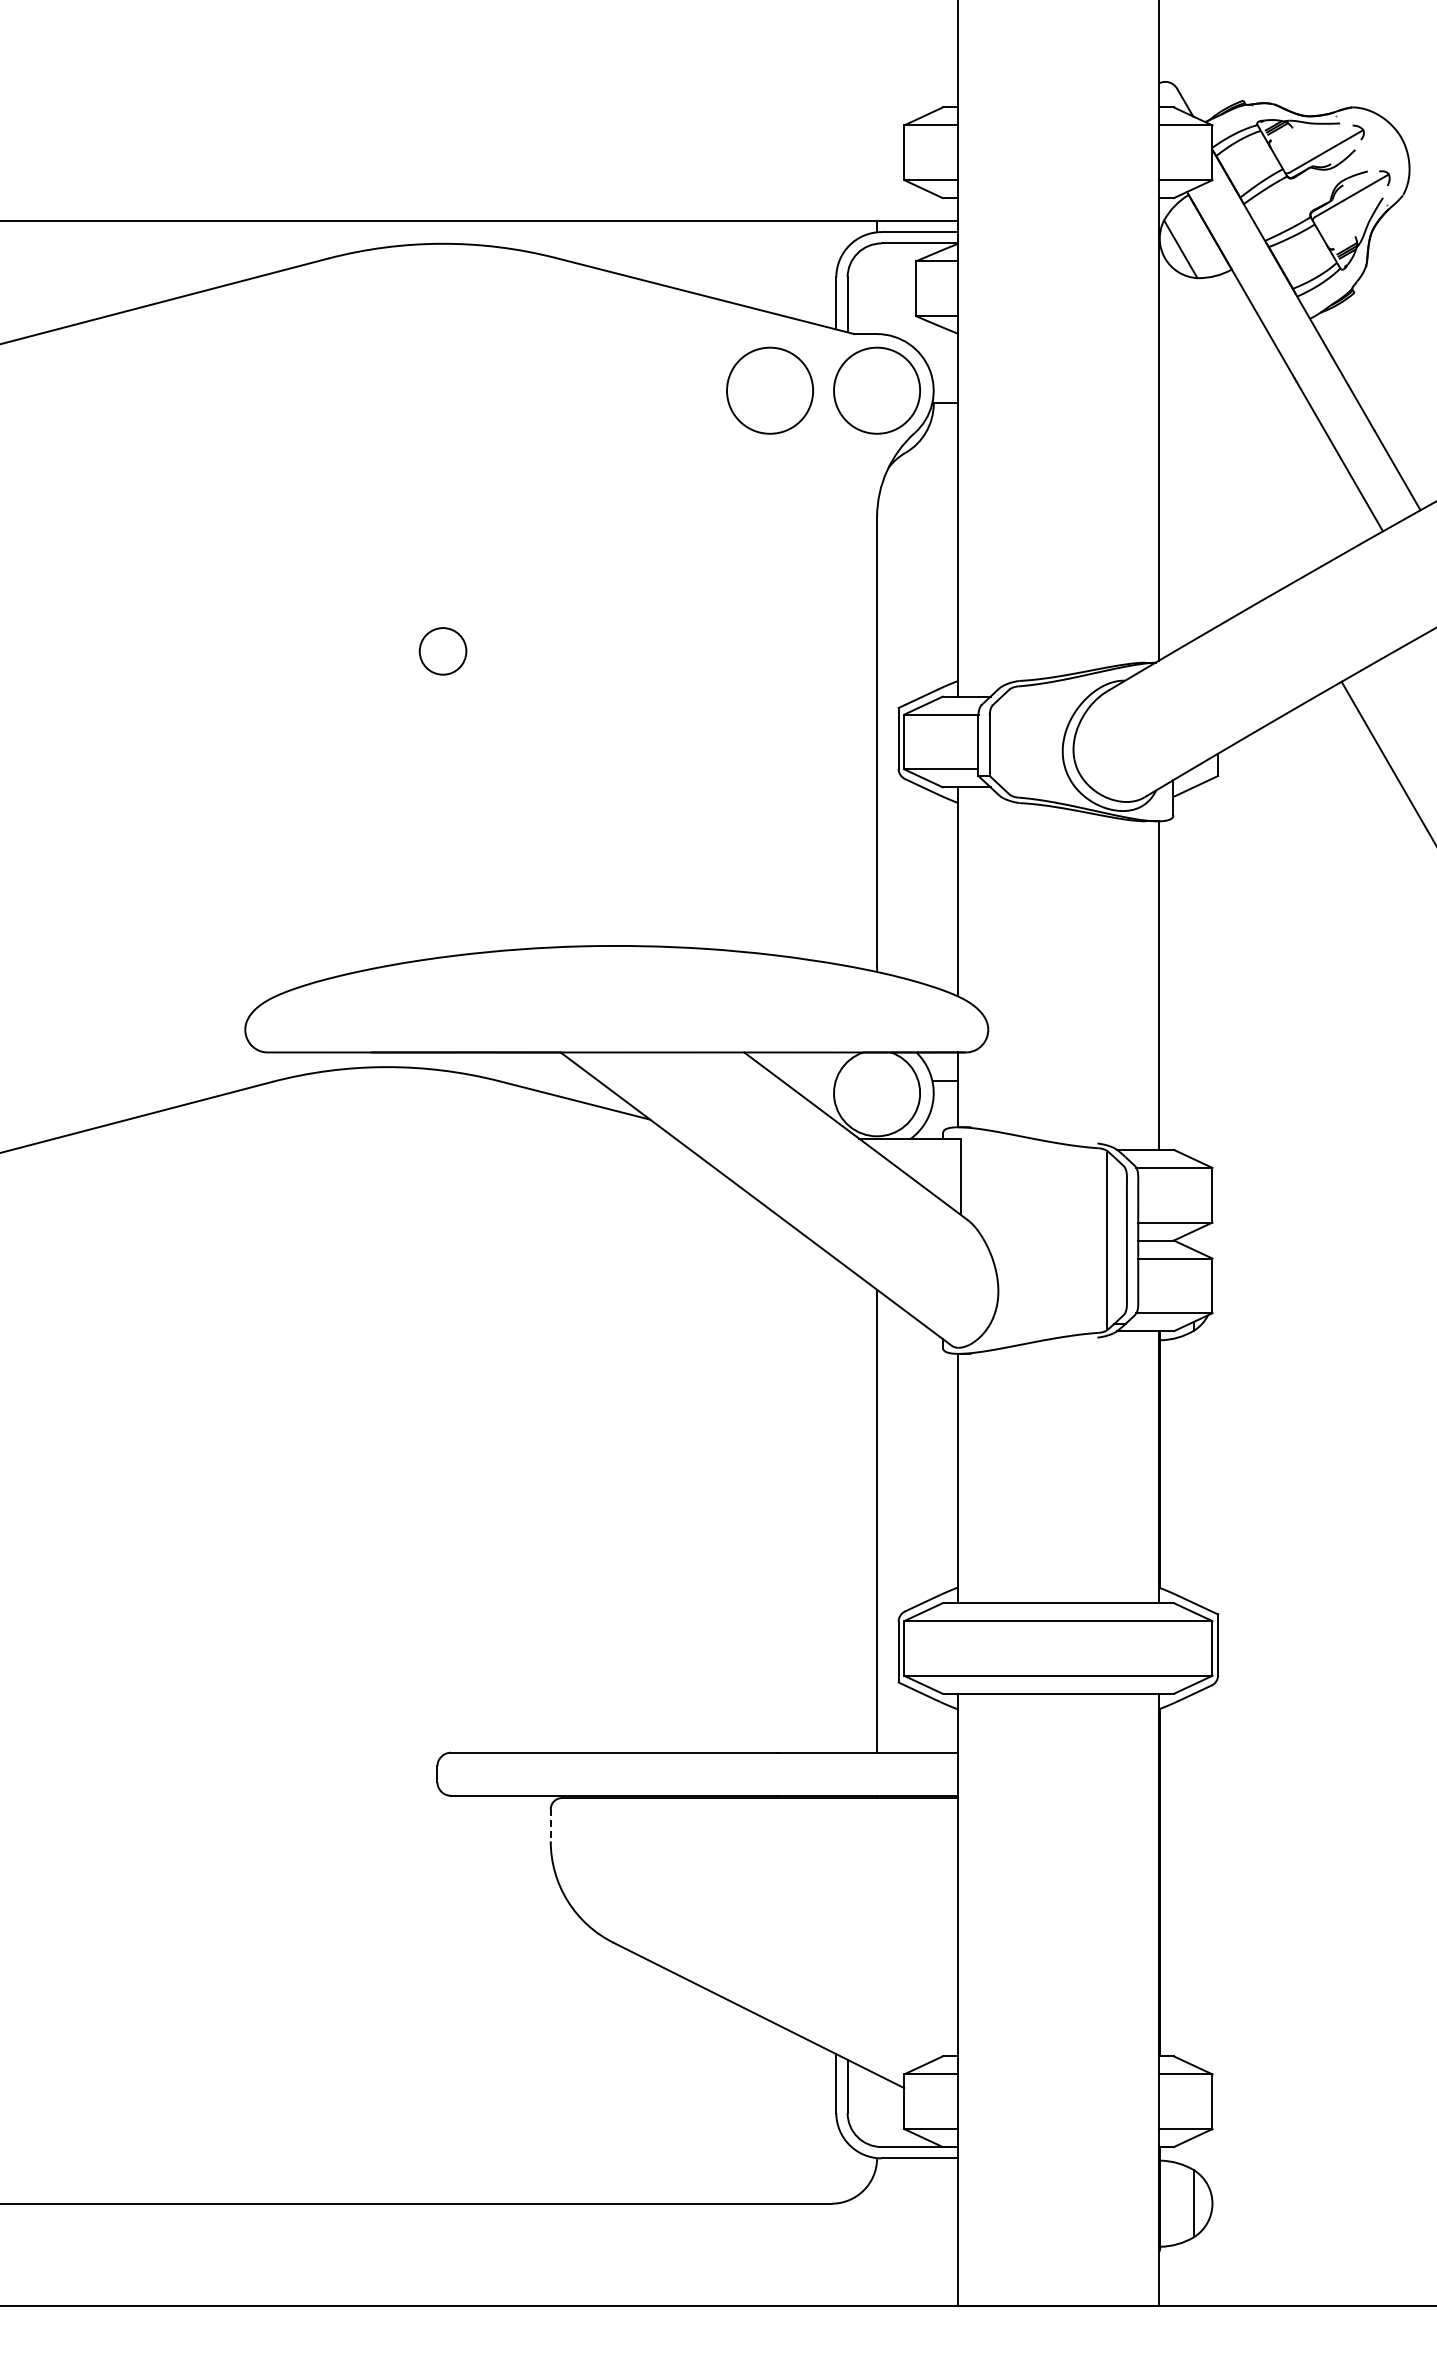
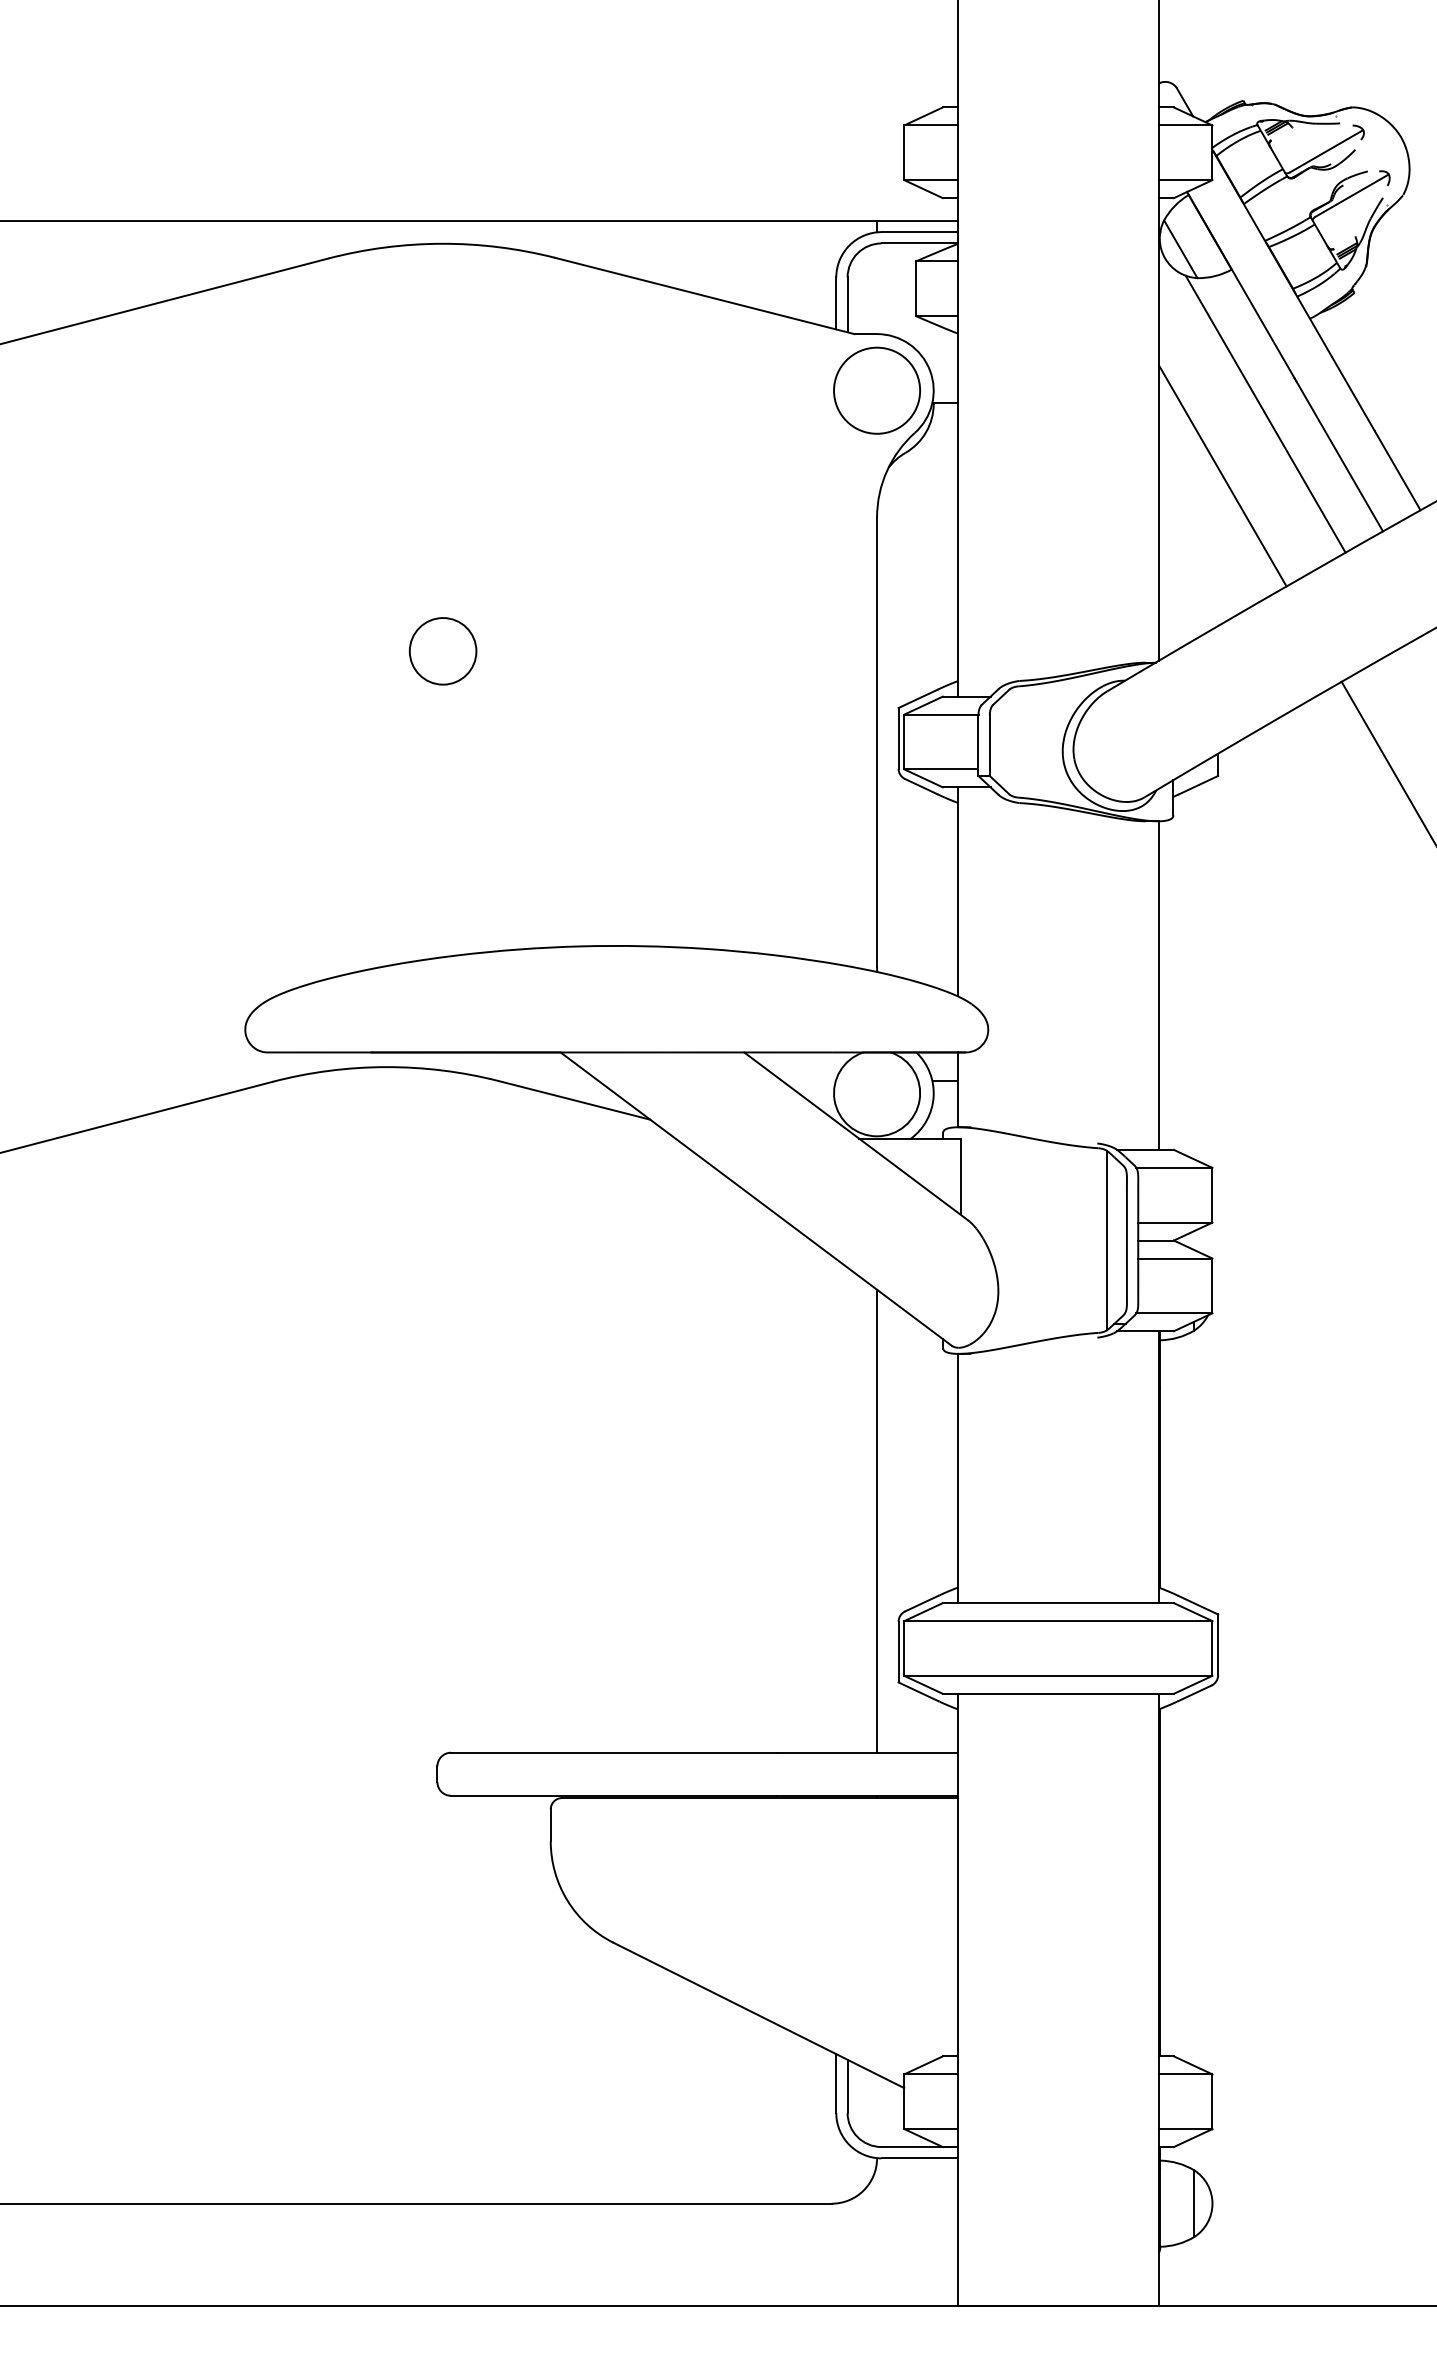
circle at (769, 390): present -> none
line at (1265, 413): none -> present
line at (1222, 475): none -> present
circle at (442, 651) size: 50x49 px -> 70x69 px
line at (550, 1825): dashed -> solid
